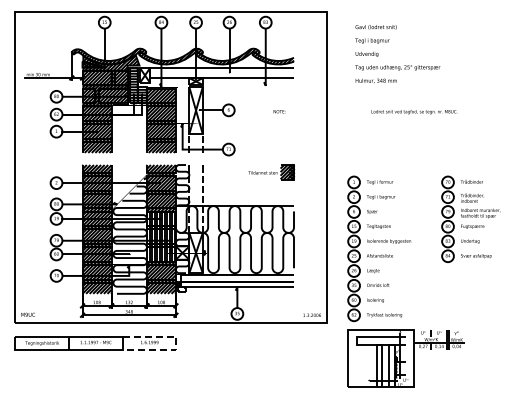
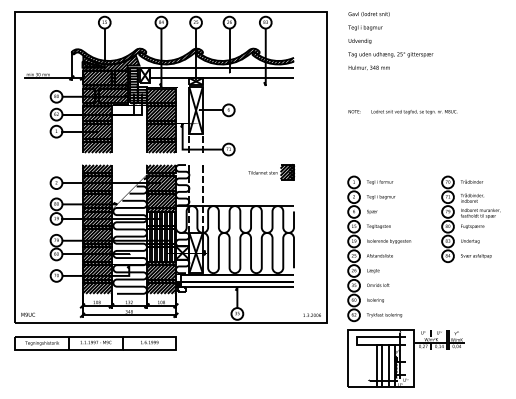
text at (397, 54) position: (397, 54) -> (390, 41)
text at (279, 111) position: (279, 111) -> (354, 111)
line at (176, 343): dashed -> solid
